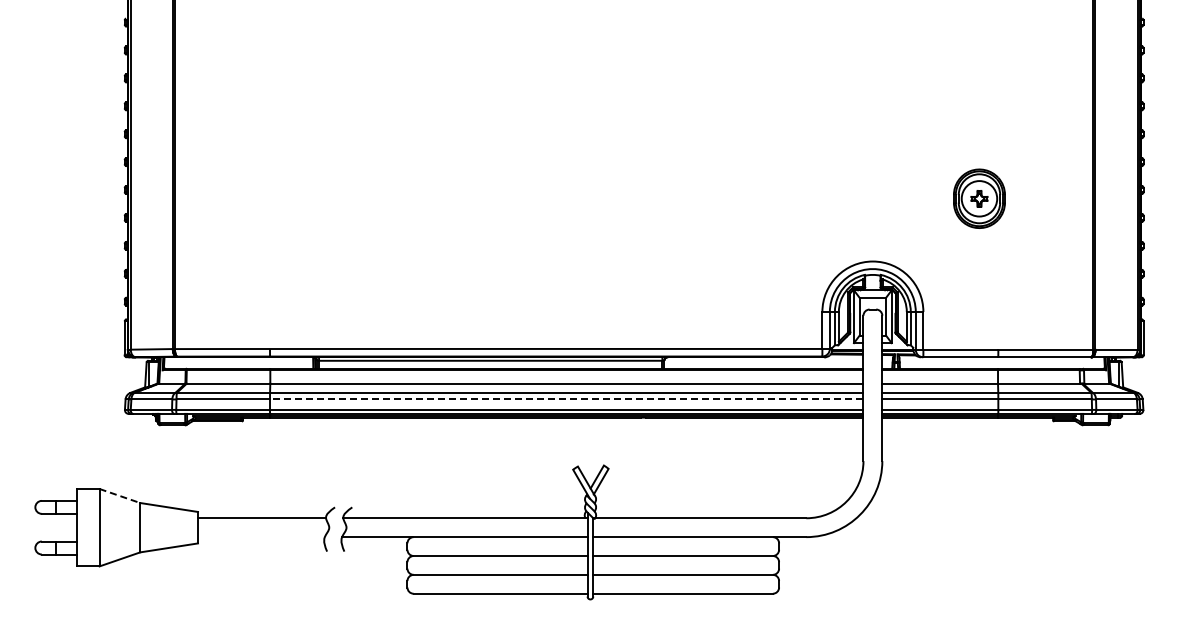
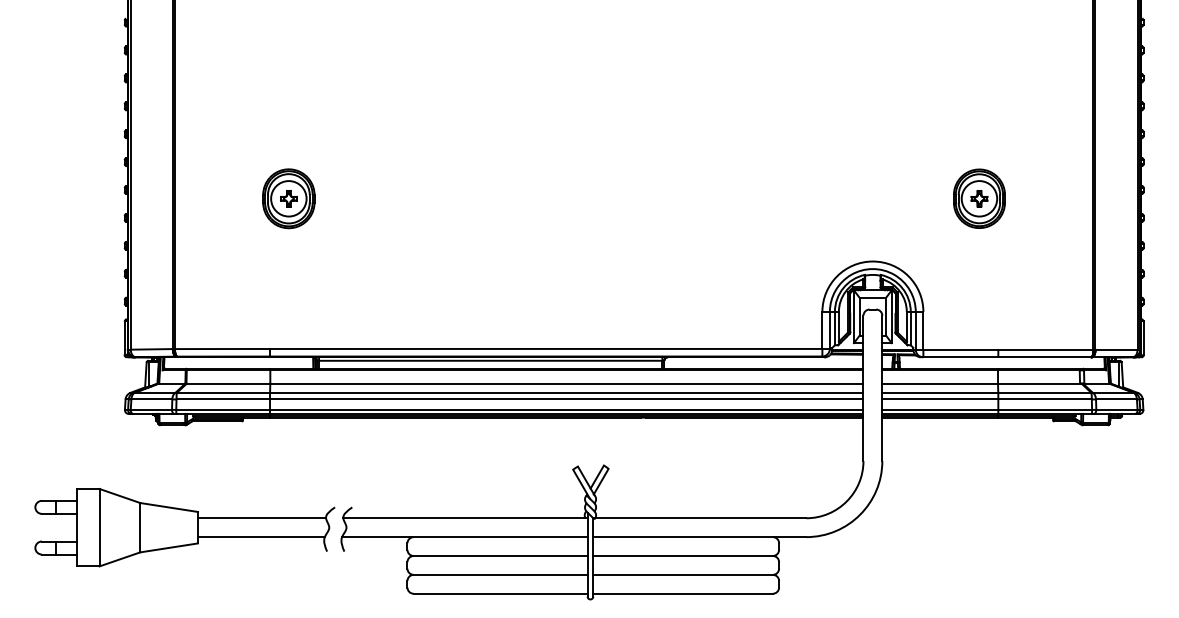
part at (288, 198): none -> present
line at (566, 399): dashed -> solid
line at (120, 496): dashed -> solid
line at (261, 537): none -> present
